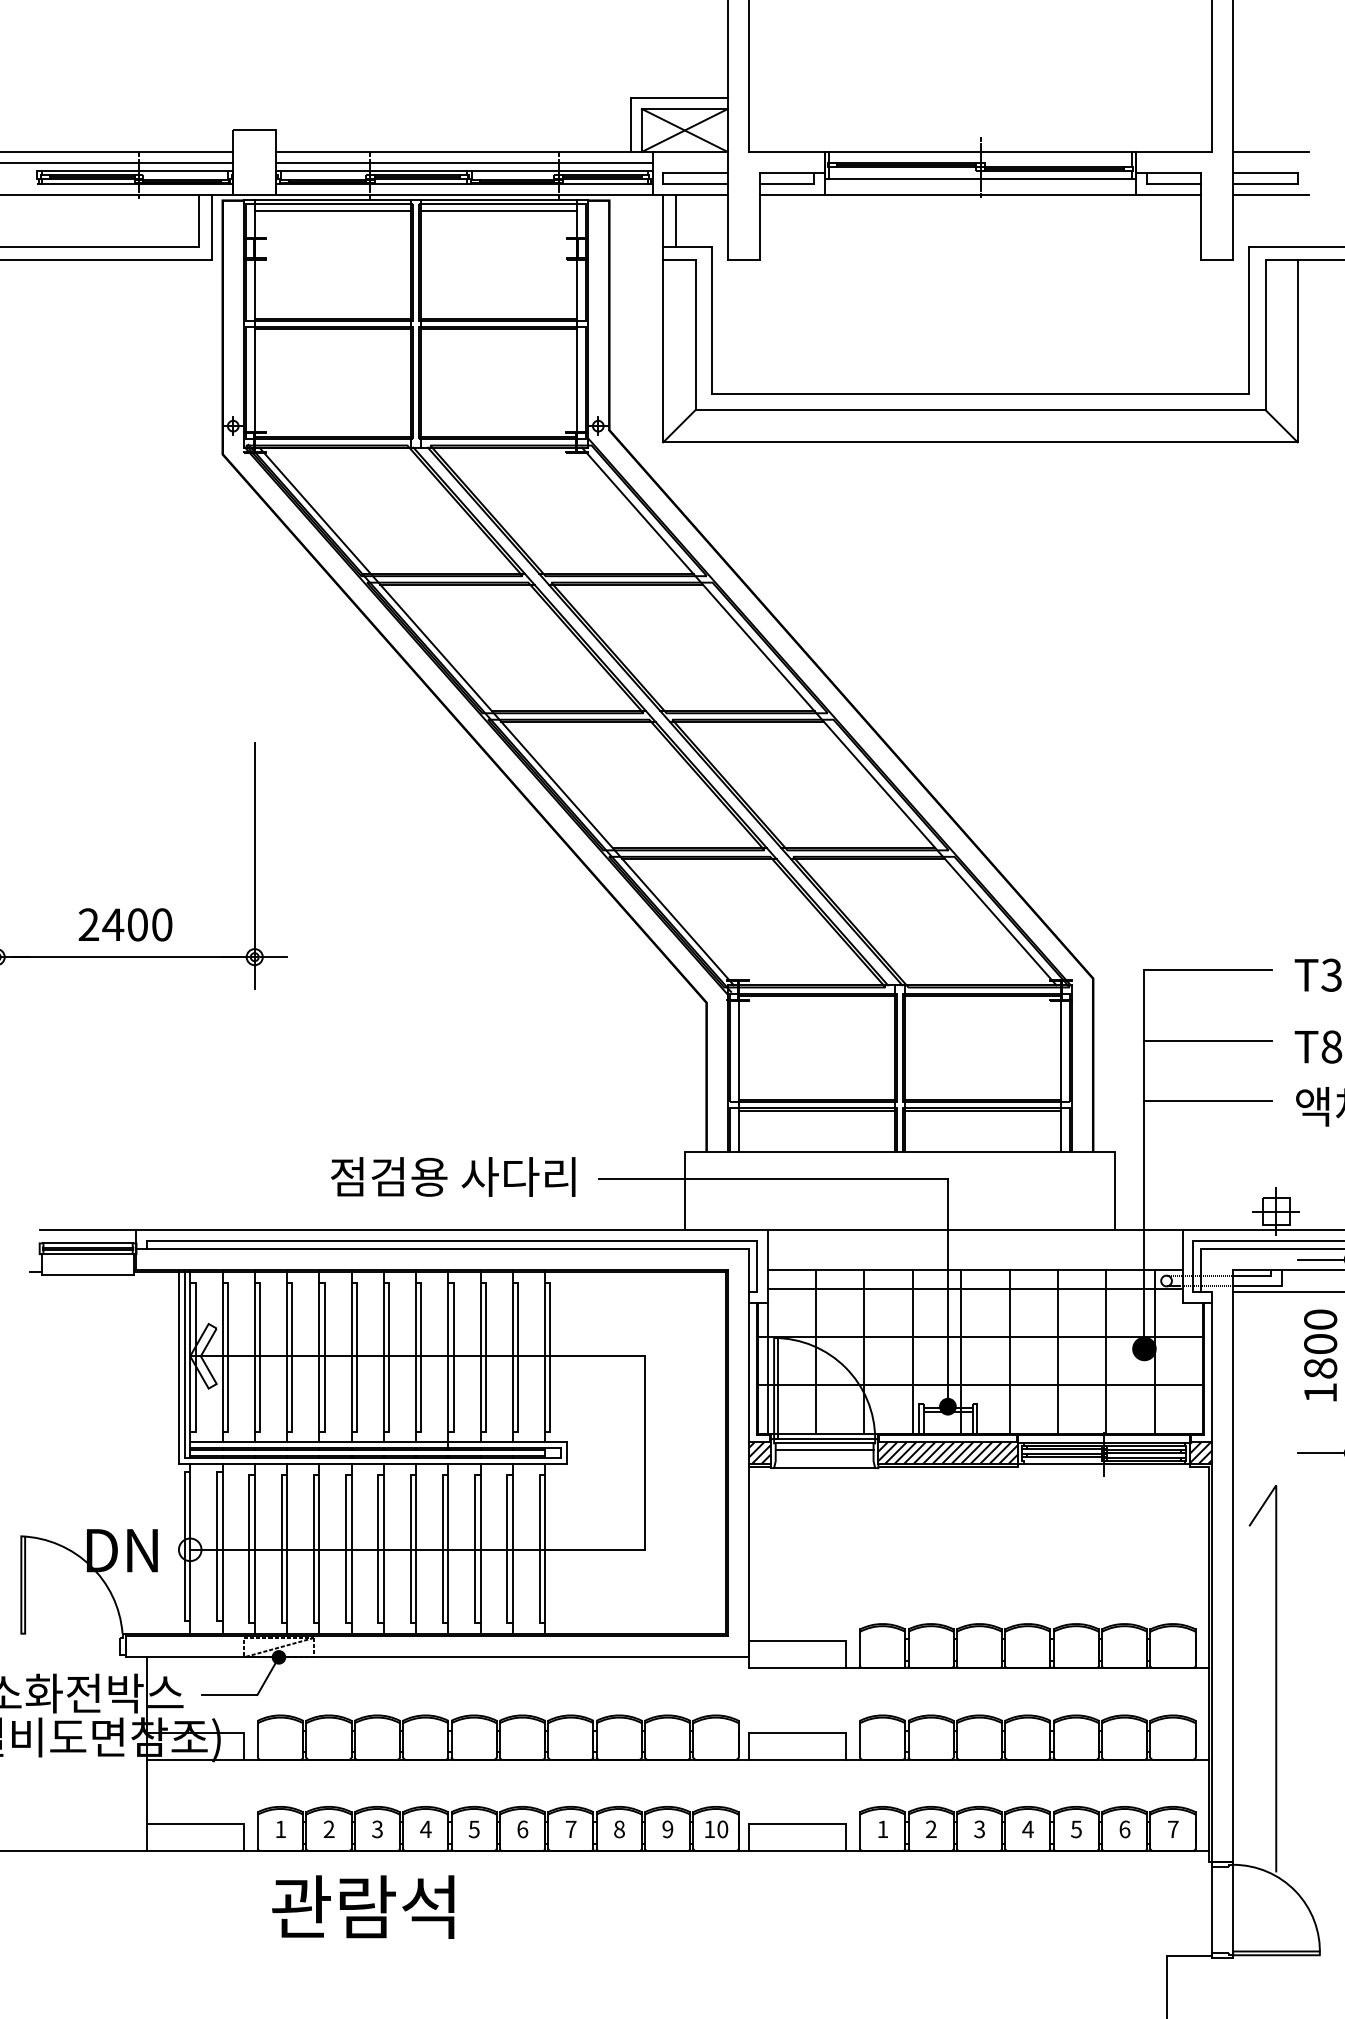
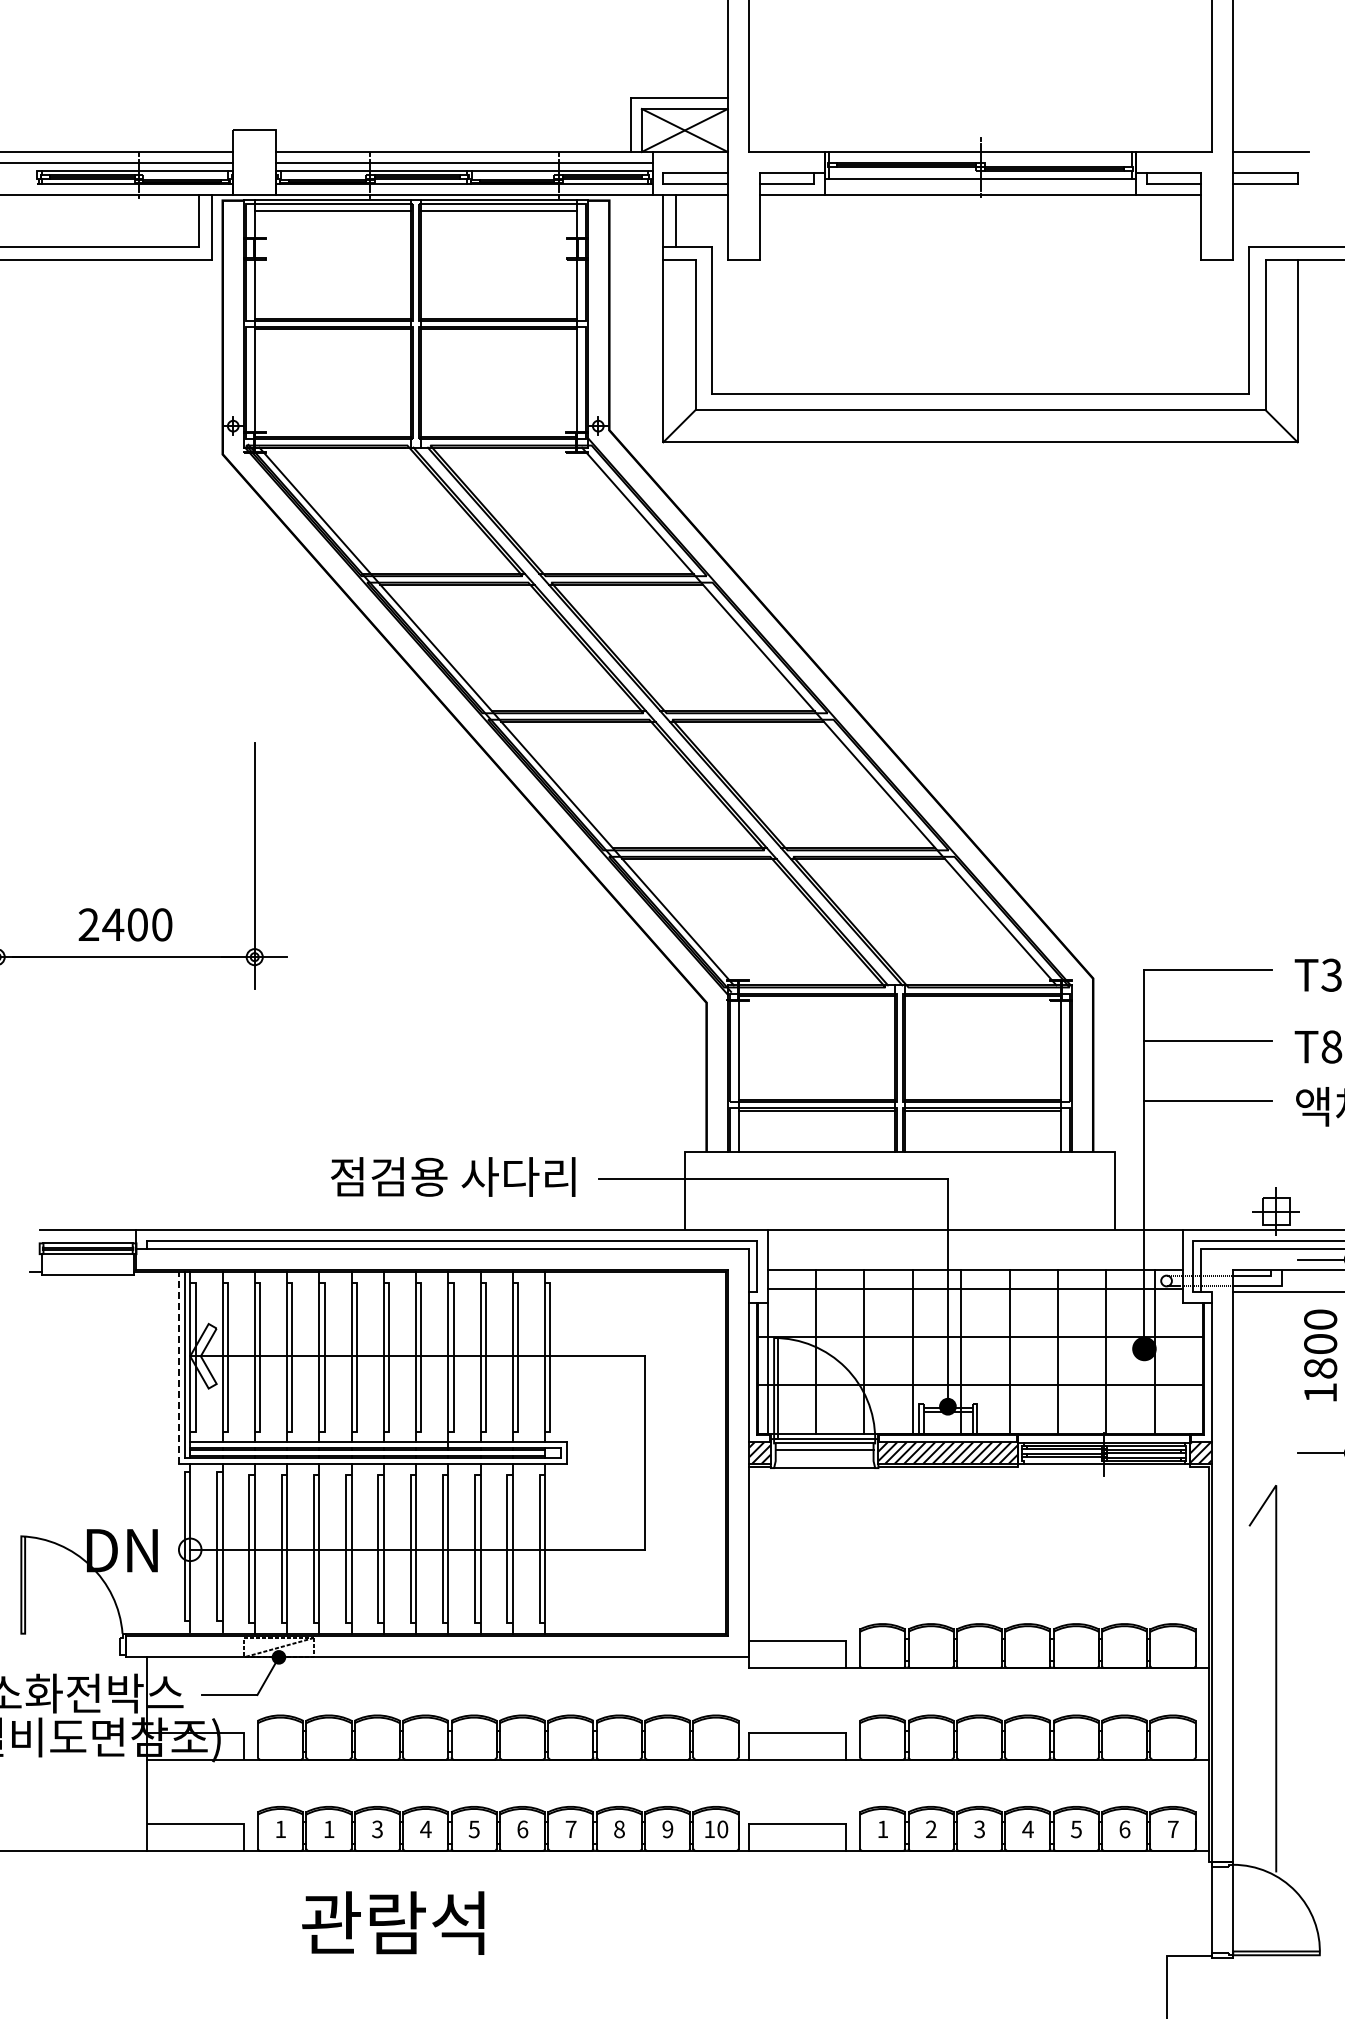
line at (1270, 195): present -> none
line at (179, 1368): solid -> dashed
text at (328, 1828): 2 -> 1
text at (363, 1906) position: (363, 1906) -> (393, 1922)
